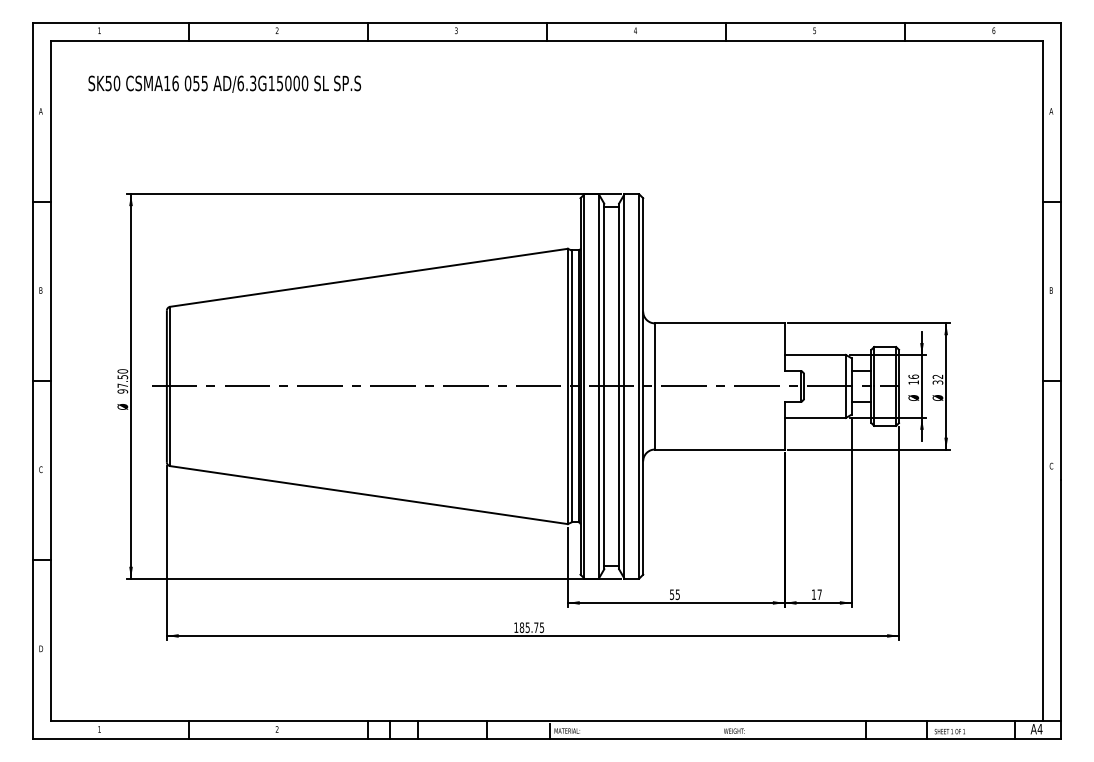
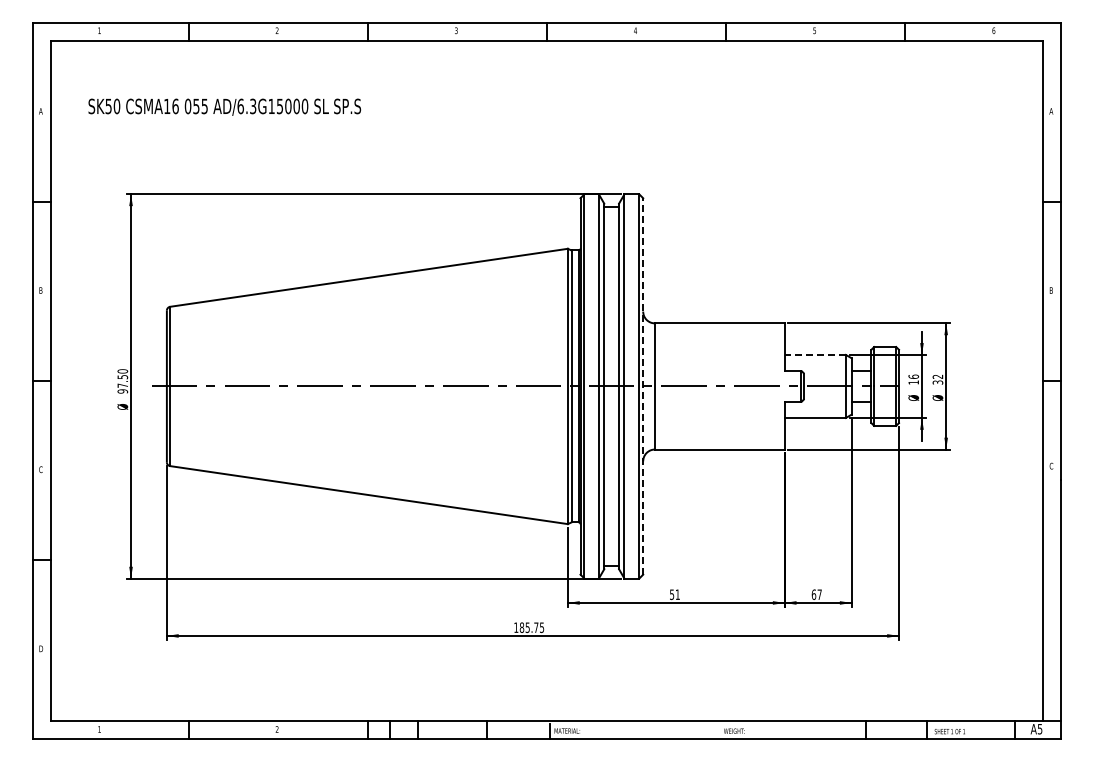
text at (224, 83) position: (224, 83) -> (224, 106)
line at (815, 354): solid -> dashed
line at (643, 385): solid -> dashed
text at (677, 594): 55 -> 51
text at (813, 594): 17 -> 67
text at (1039, 729): A4 -> A5
